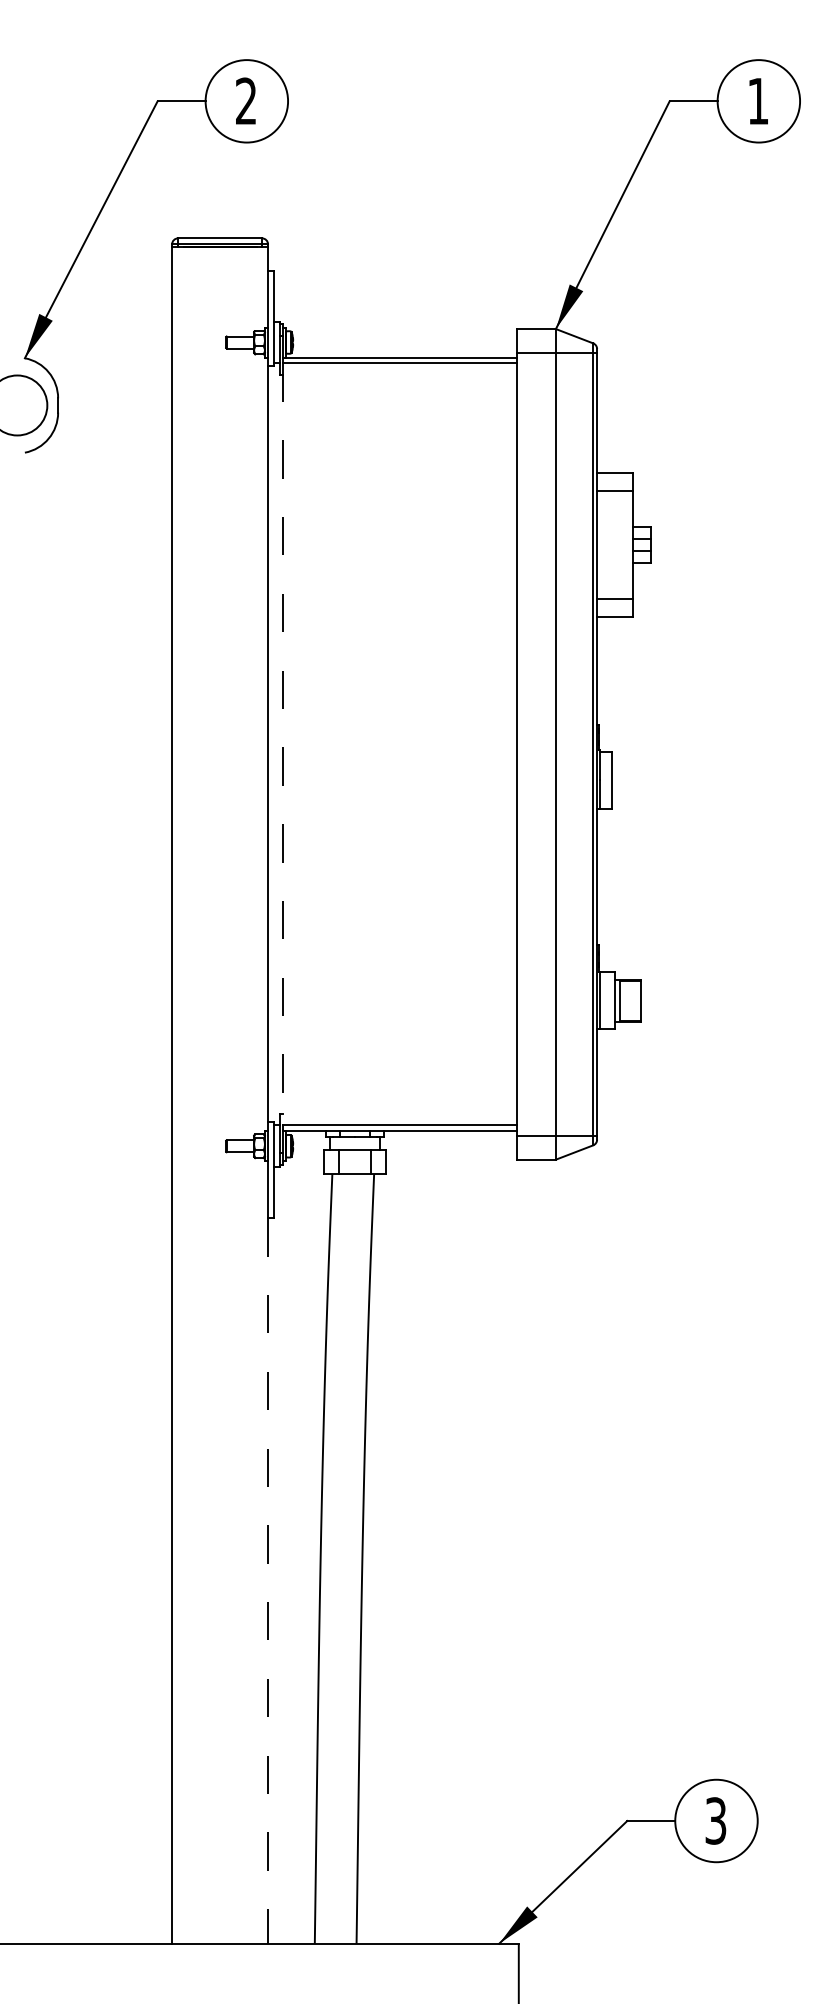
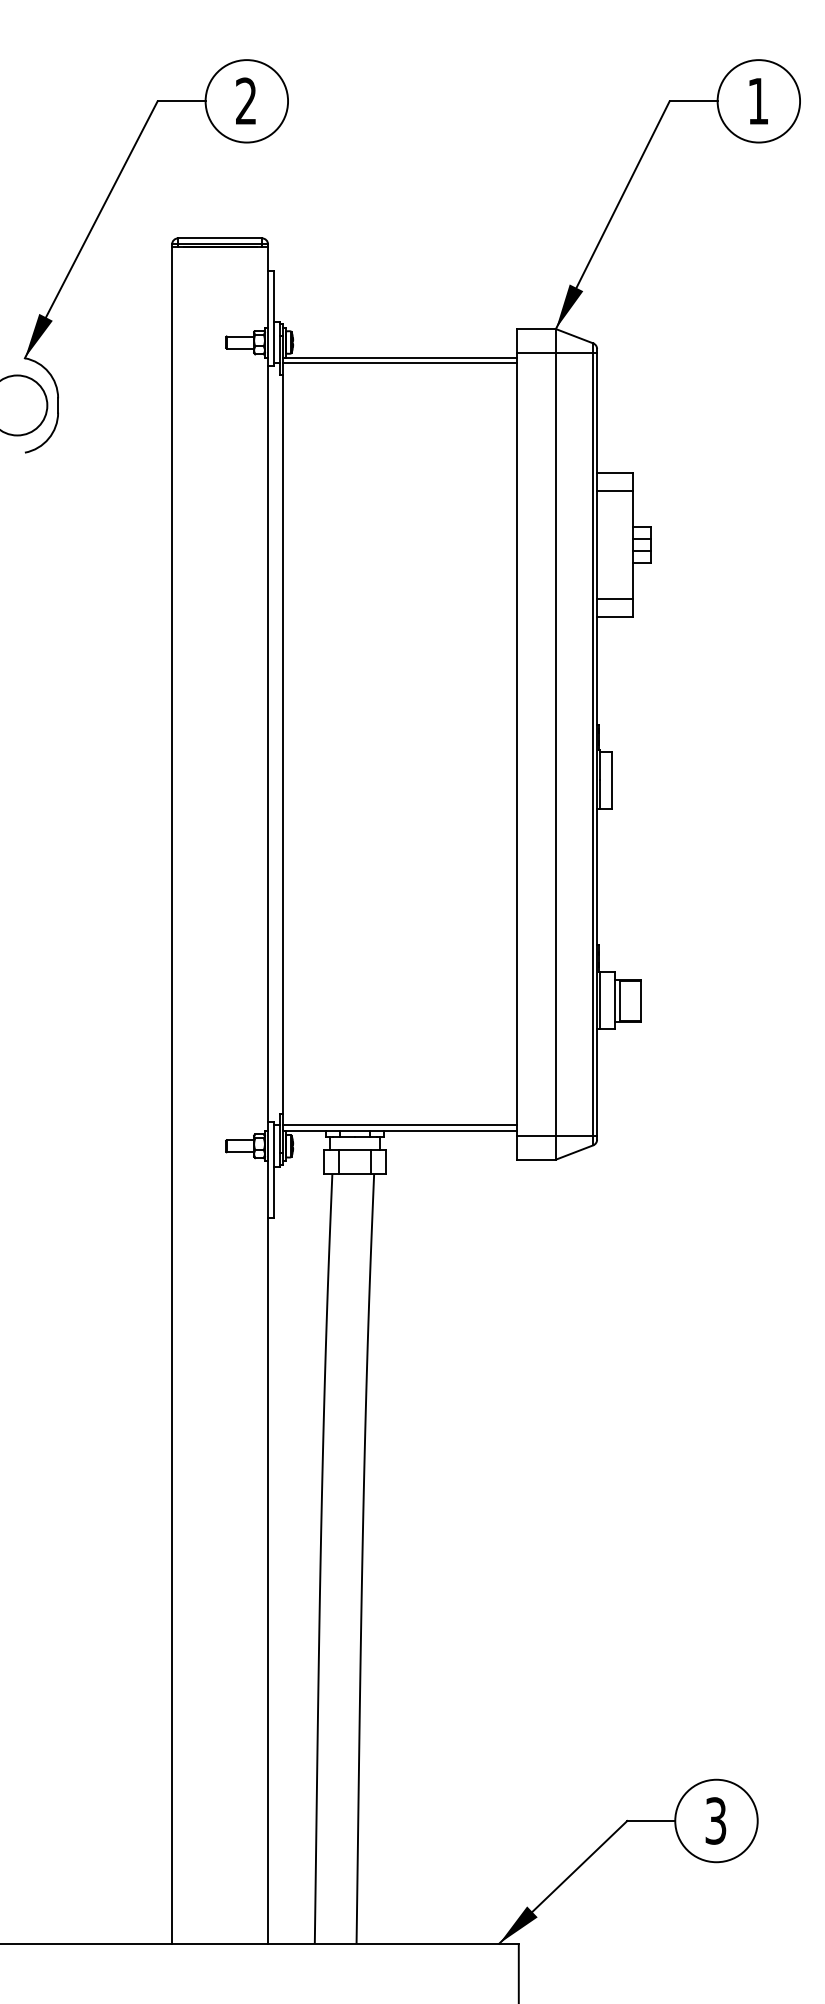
line at (283, 744): dashed -> solid
line at (268, 1580): dashed -> solid
